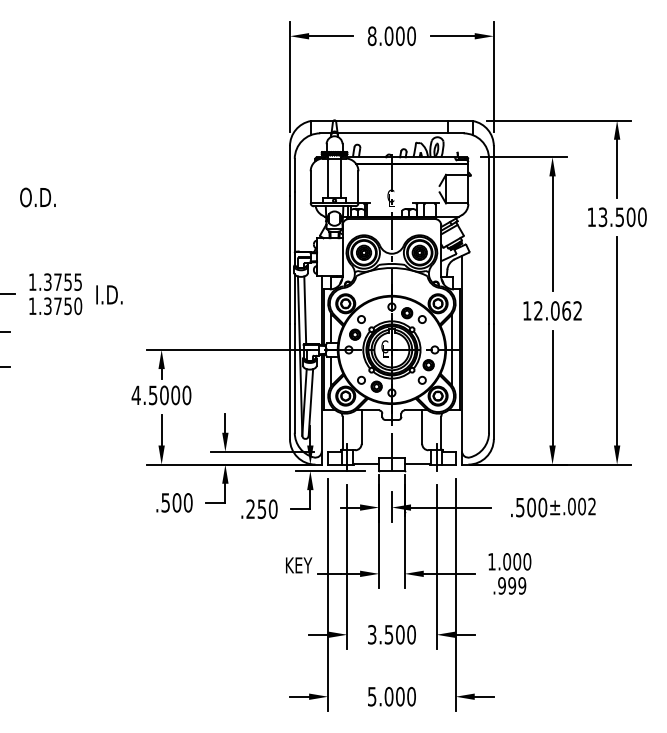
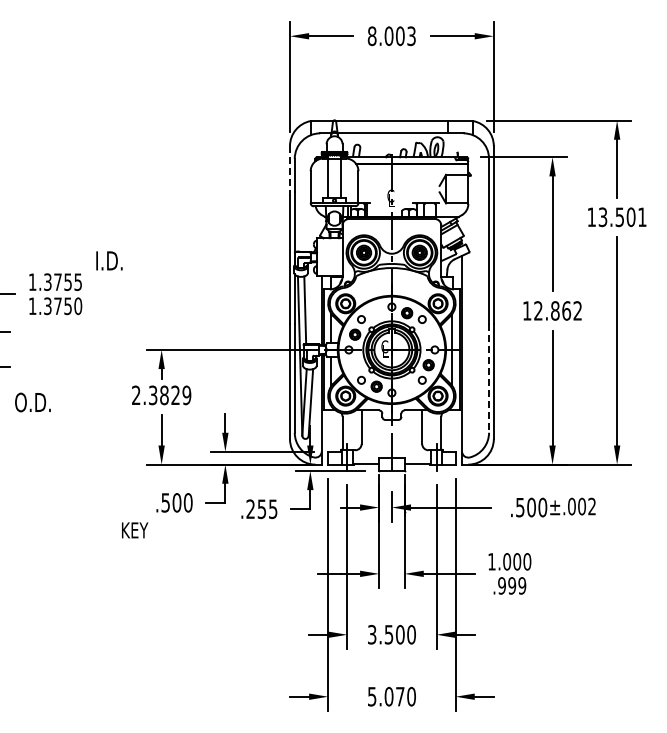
text at (411, 36): 8.000 -> 8.003
line at (289, 171): solid -> dashed
text at (37, 197) position: (37, 197) -> (32, 402)
text at (642, 217): 13.500 -> 13.501
text at (109, 294) position: (109, 294) -> (109, 260)
text at (555, 310): 12.062 -> 12.862
line at (489, 379): solid -> dashed
text at (161, 395): 4.5000 -> 2.3829
text at (272, 508): .250 -> .255
text at (299, 565) position: (299, 565) -> (135, 530)
text at (400, 696): 5.000 -> 5.070
